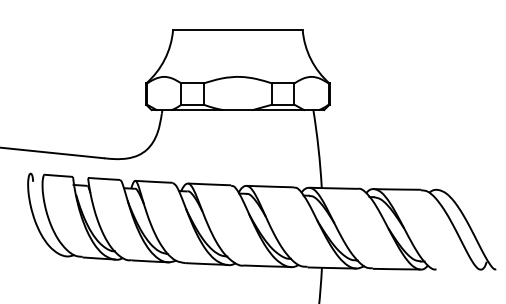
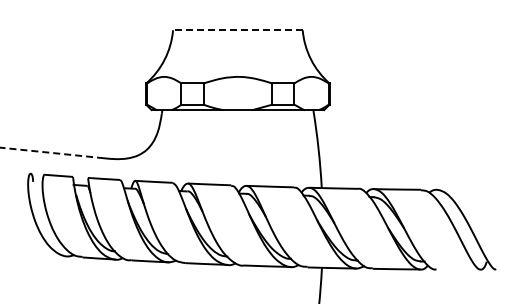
line at (237, 30): solid -> dashed
line at (51, 152): solid -> dashed
